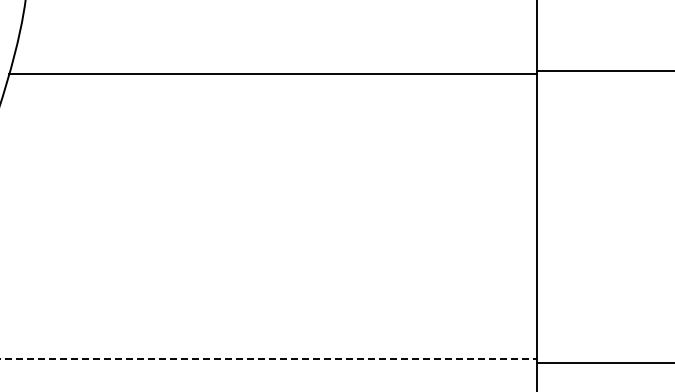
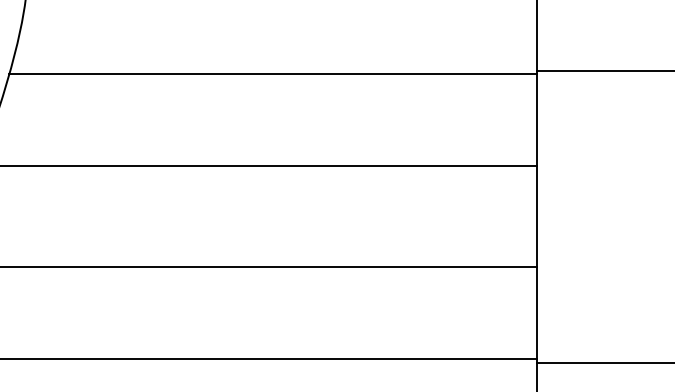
line at (269, 165): none -> present
line at (269, 266): none -> present
line at (269, 358): dashed -> solid
